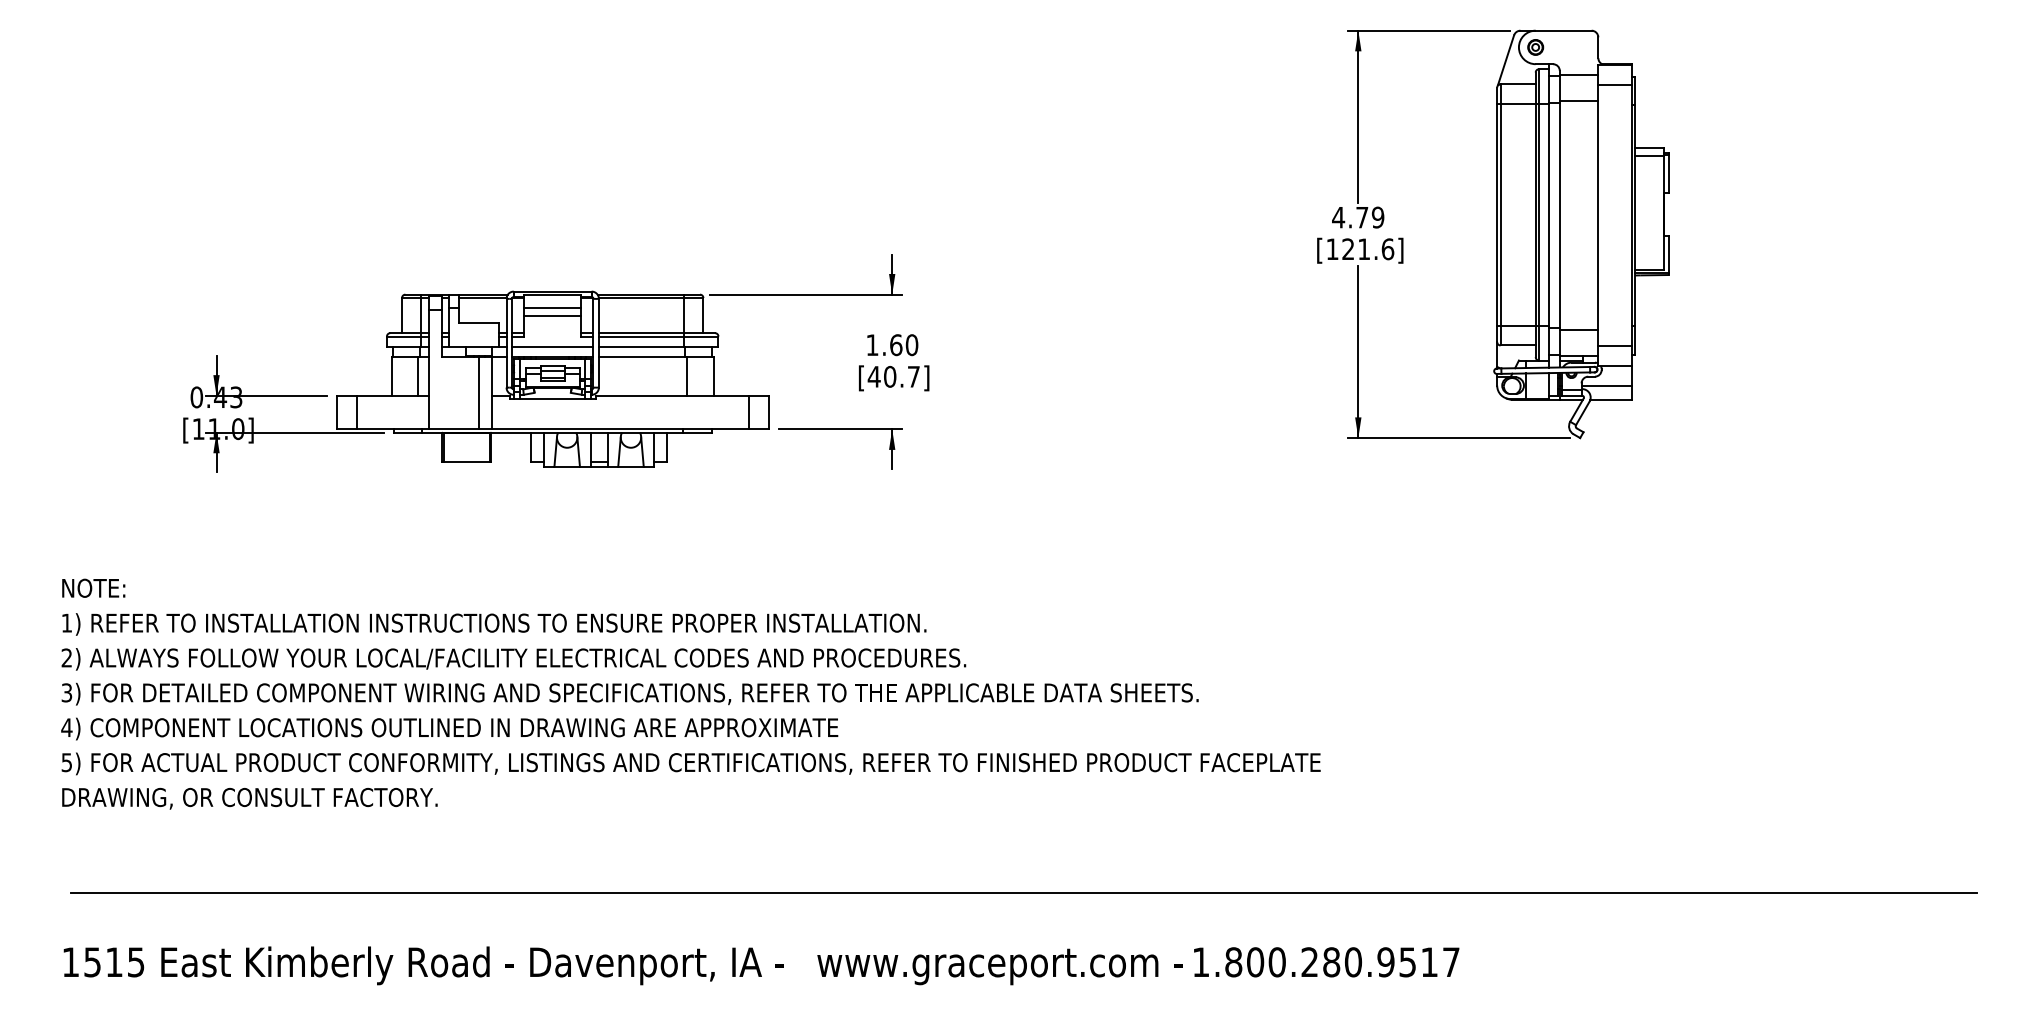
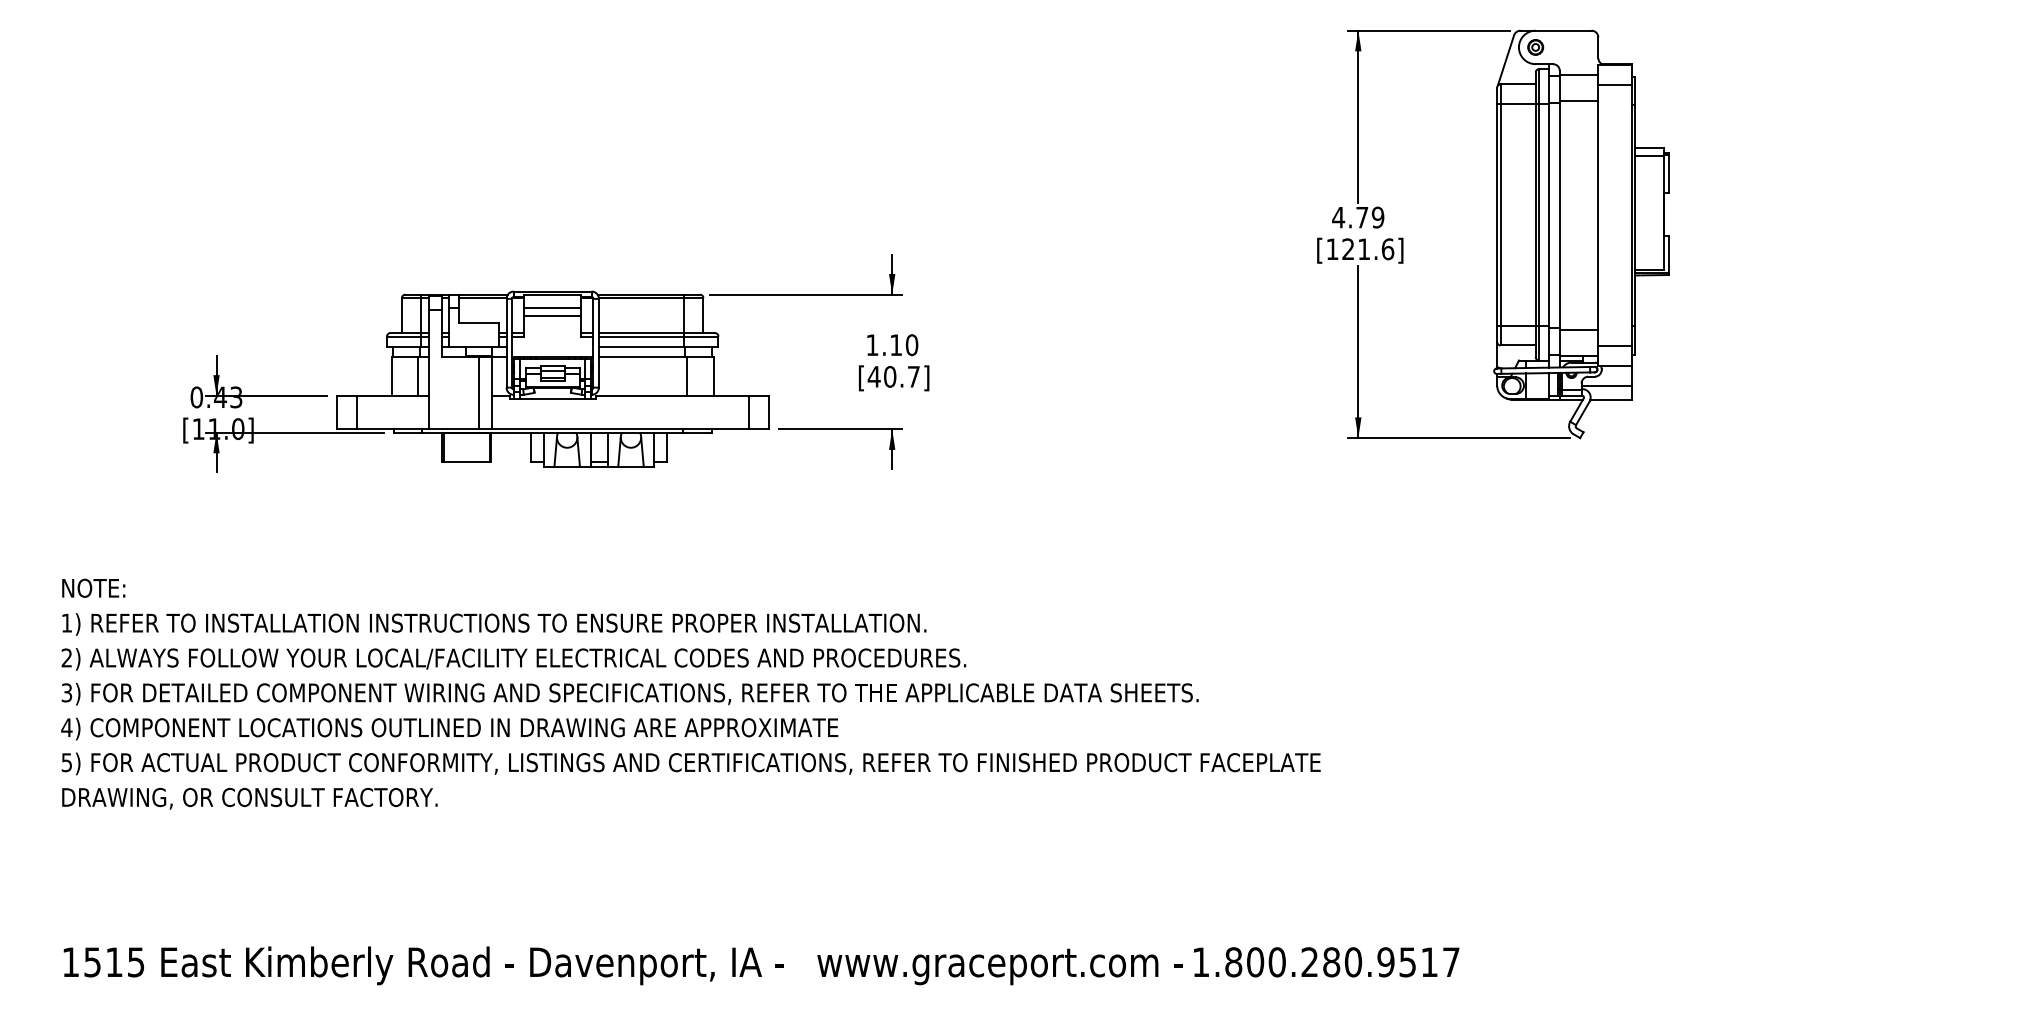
text at (896, 345): 1.60 -> 1.10
line at (552, 346): present -> none
line at (1023, 893): present -> none
